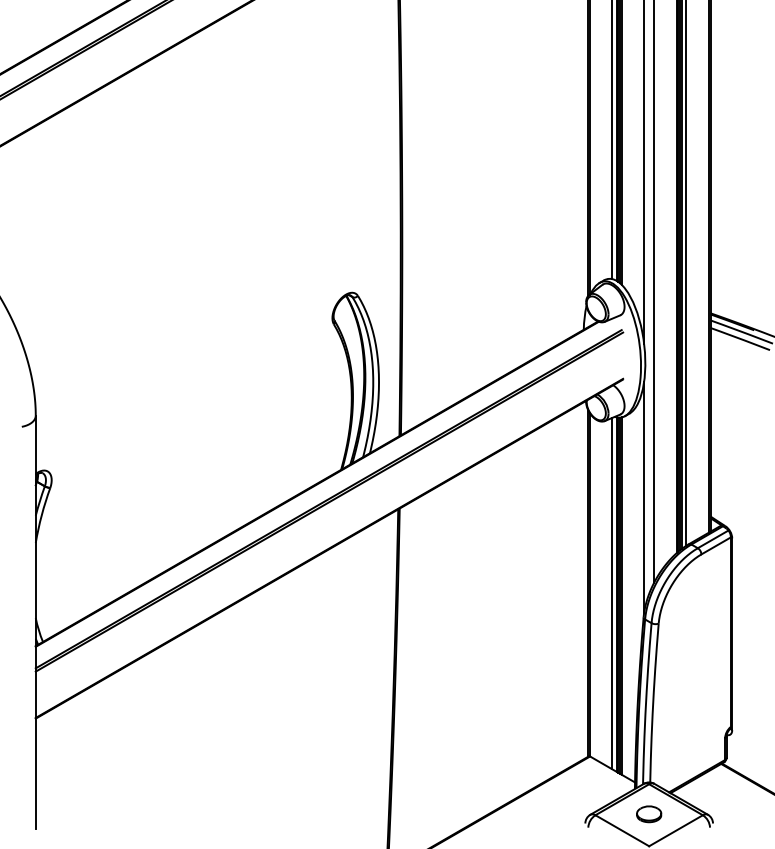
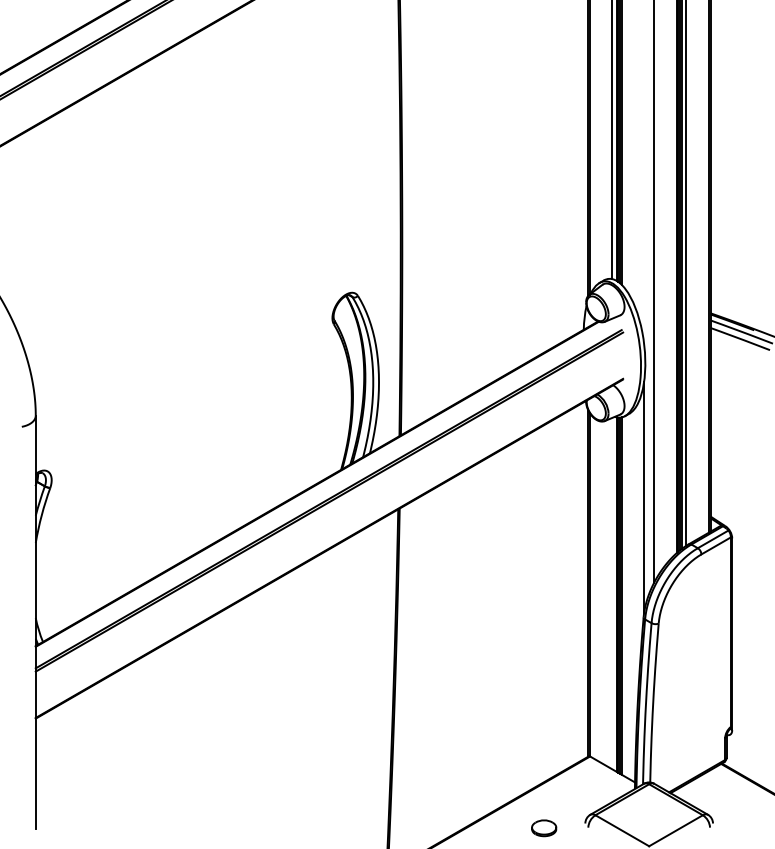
line at (644, 173): present -> none
line at (612, 593): present -> none
part at (649, 814) position: (649, 814) -> (544, 828)
